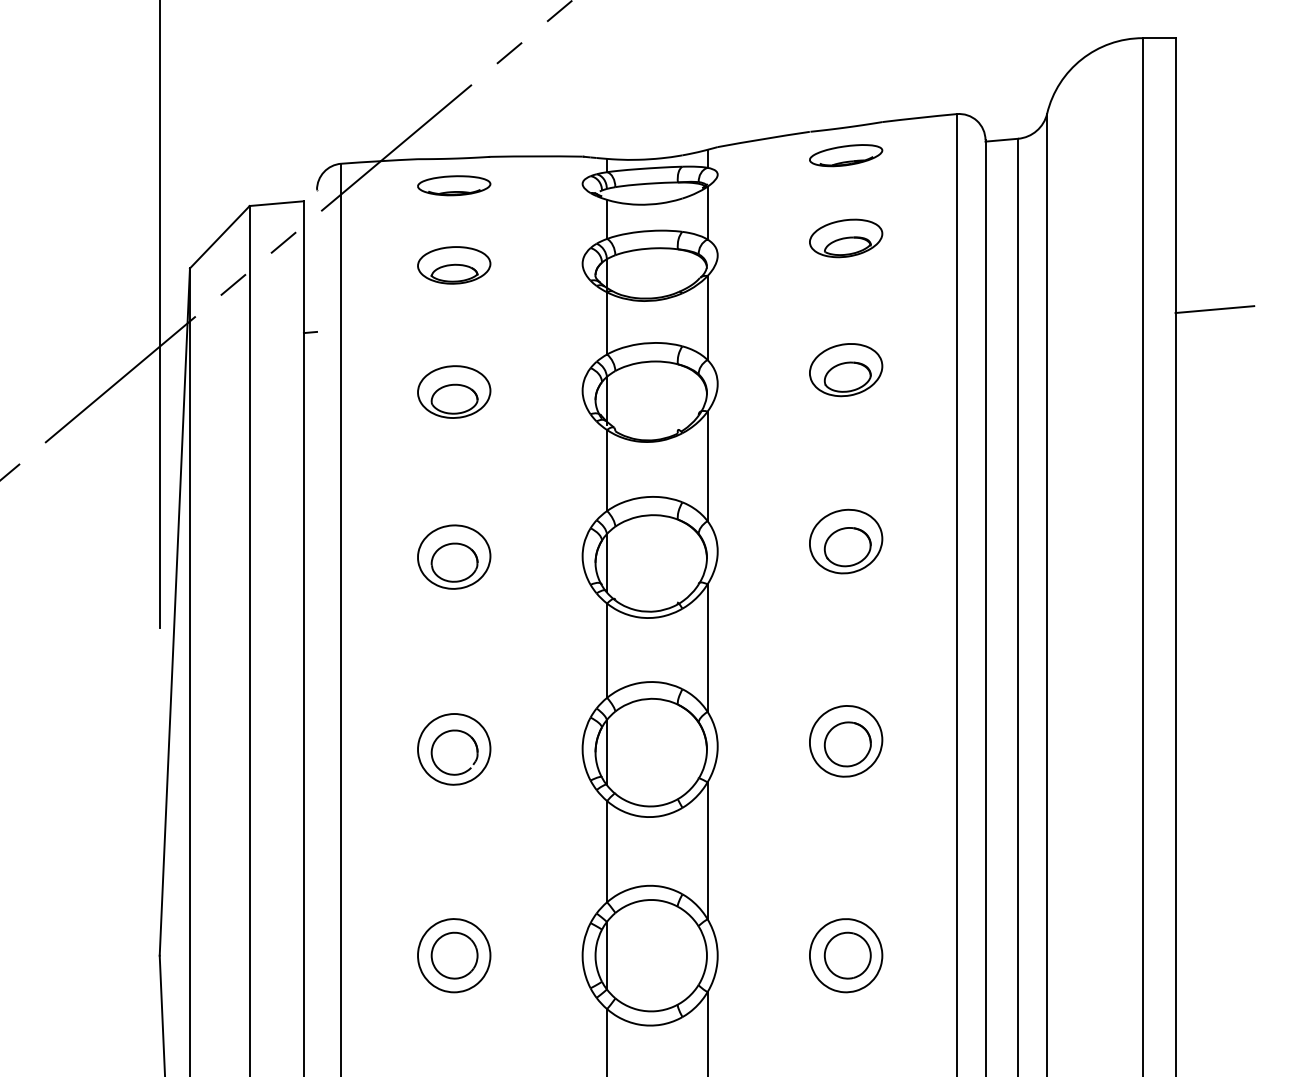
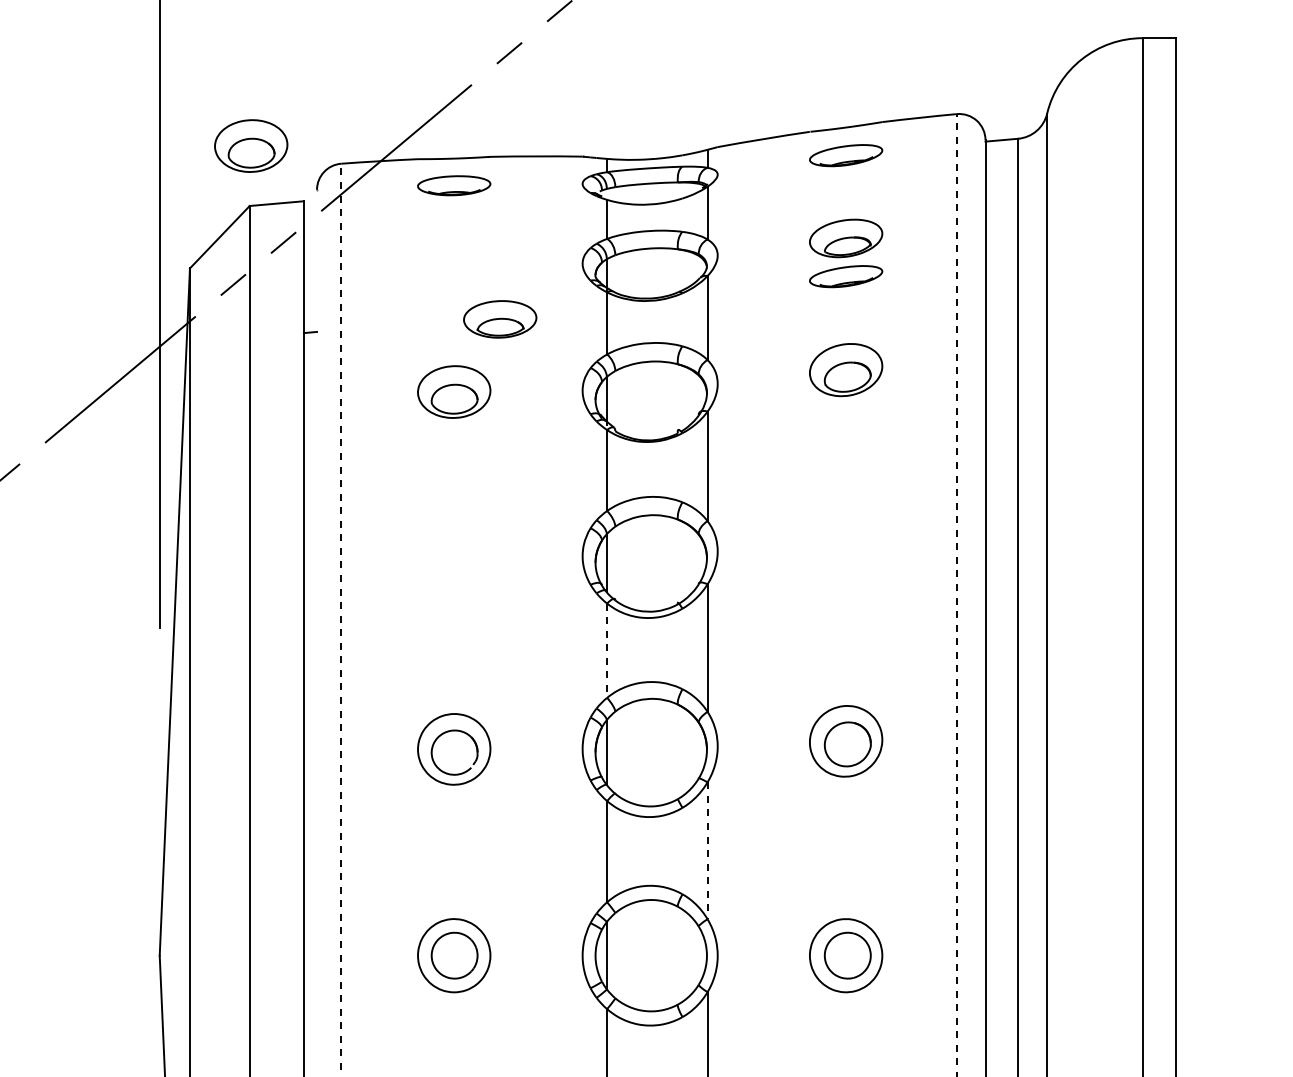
part at (251, 145): none -> present
part at (454, 265) position: (454, 265) -> (500, 319)
part at (846, 276): none -> present
line at (1214, 309): present -> none
part at (846, 541): present -> none
part at (454, 556): present -> none
line at (956, 594): solid -> dashed
line at (341, 619): solid -> dashed
line at (607, 651): solid -> dashed
line at (707, 851): solid -> dashed
